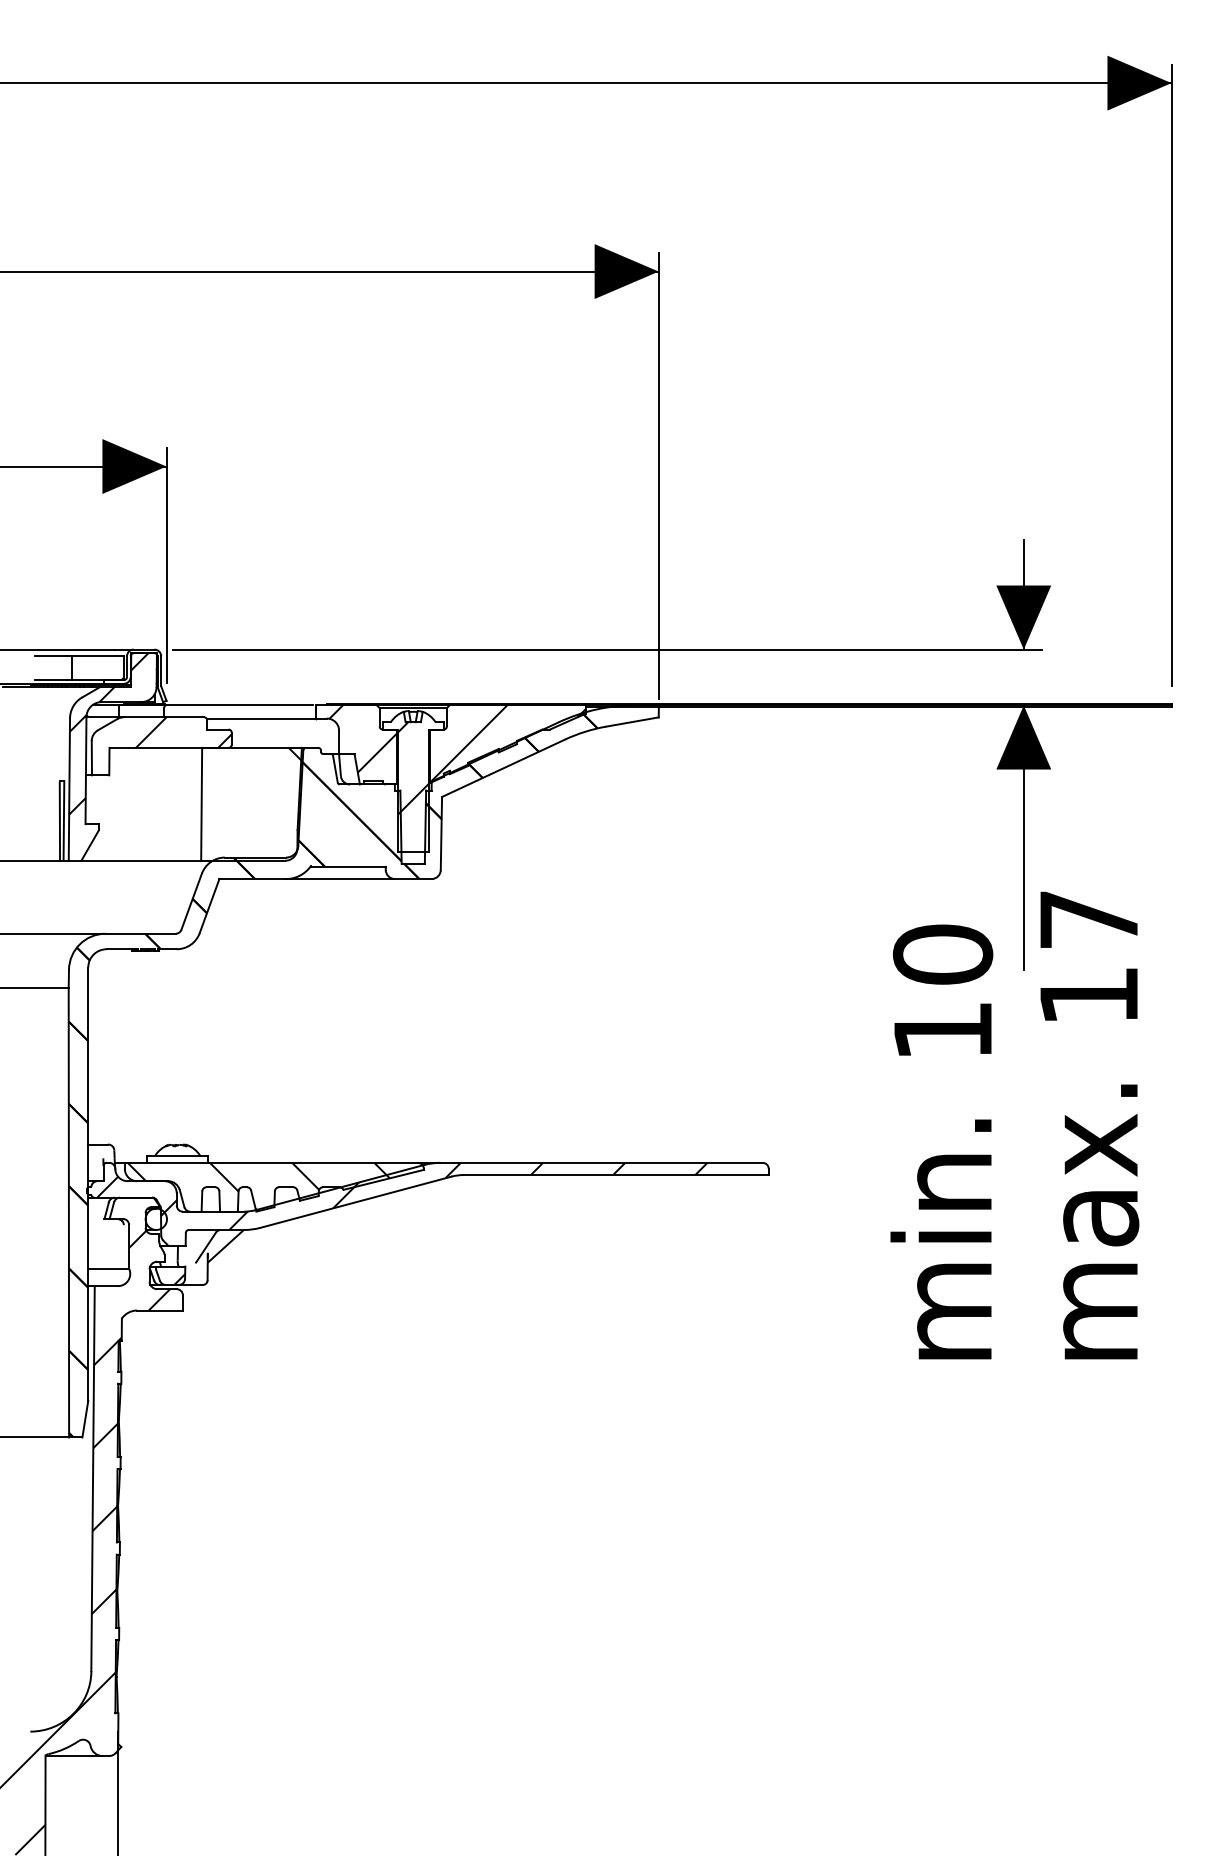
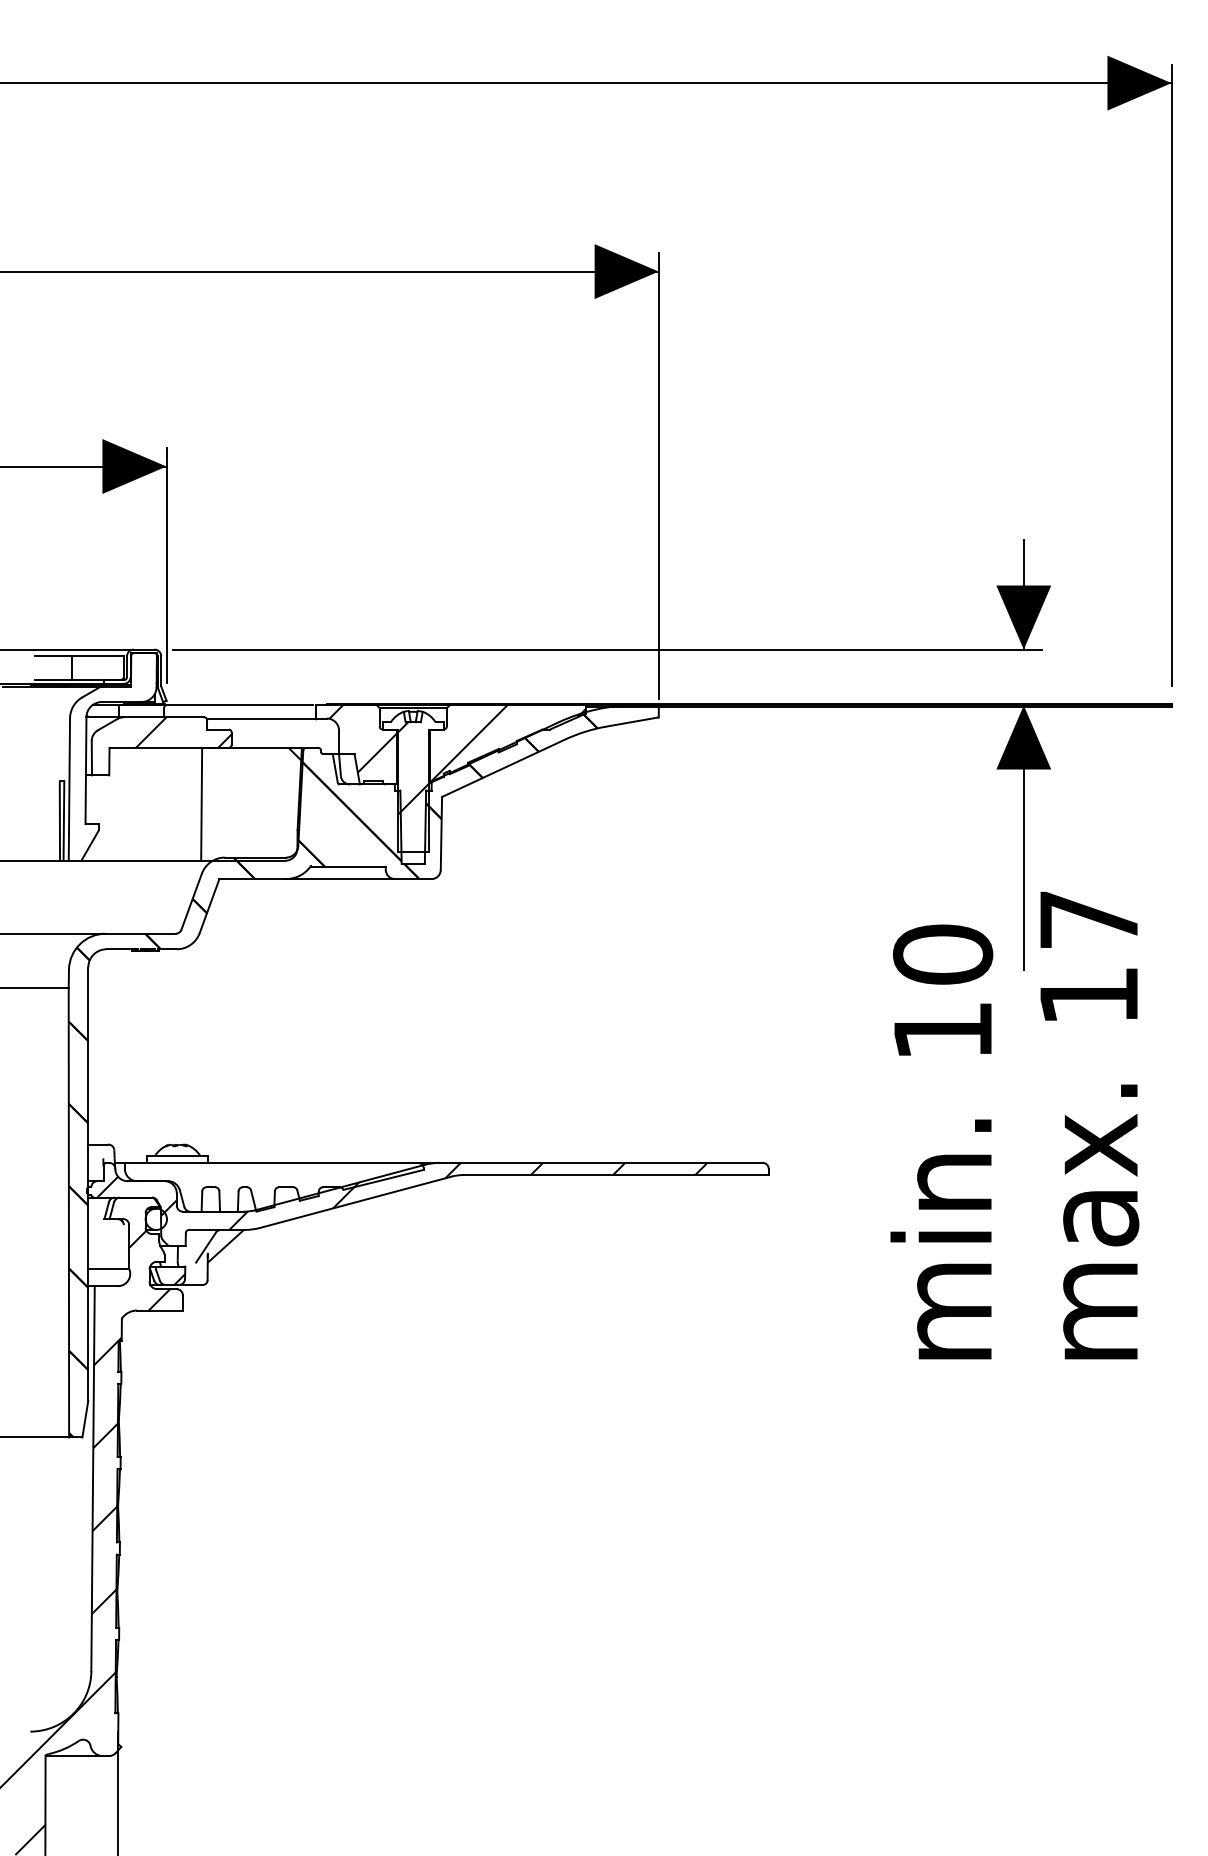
hatch at (108, 733): present -> none
hatch at (258, 1186): present -> none
